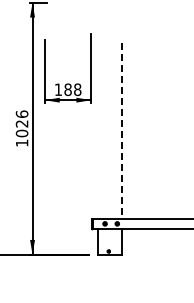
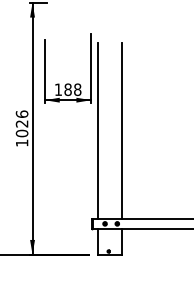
line at (97, 130): none -> present
line at (122, 130): dashed -> solid
